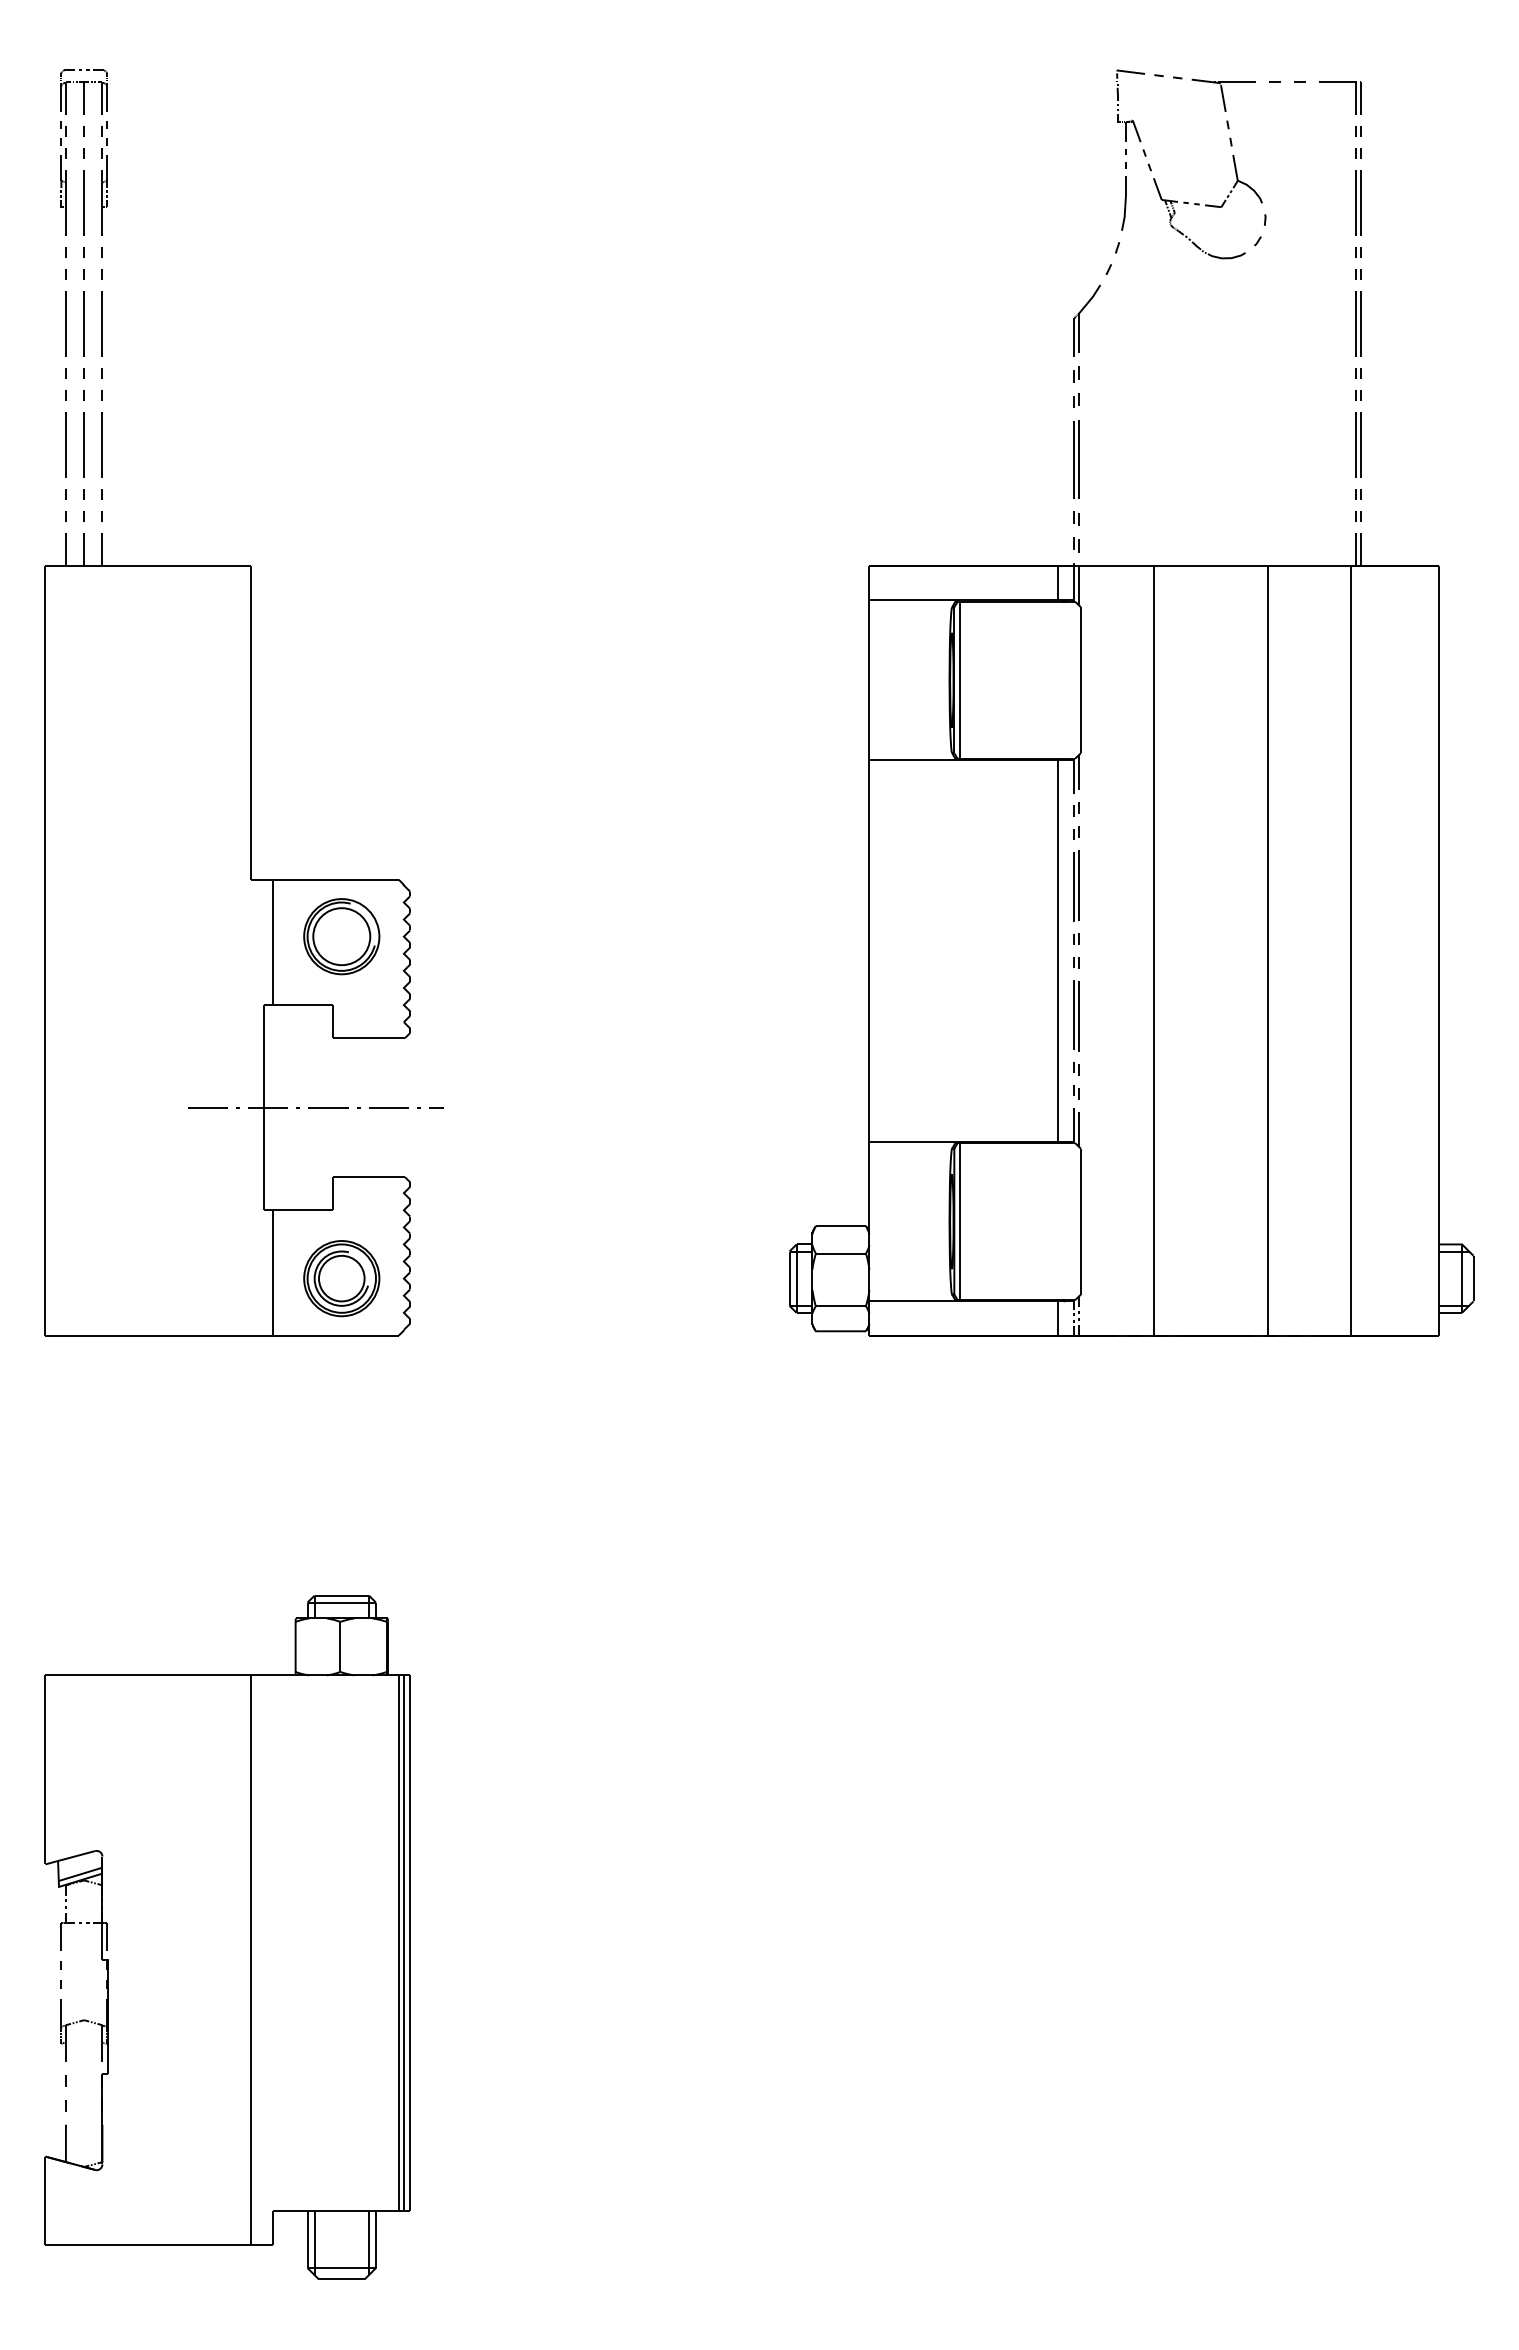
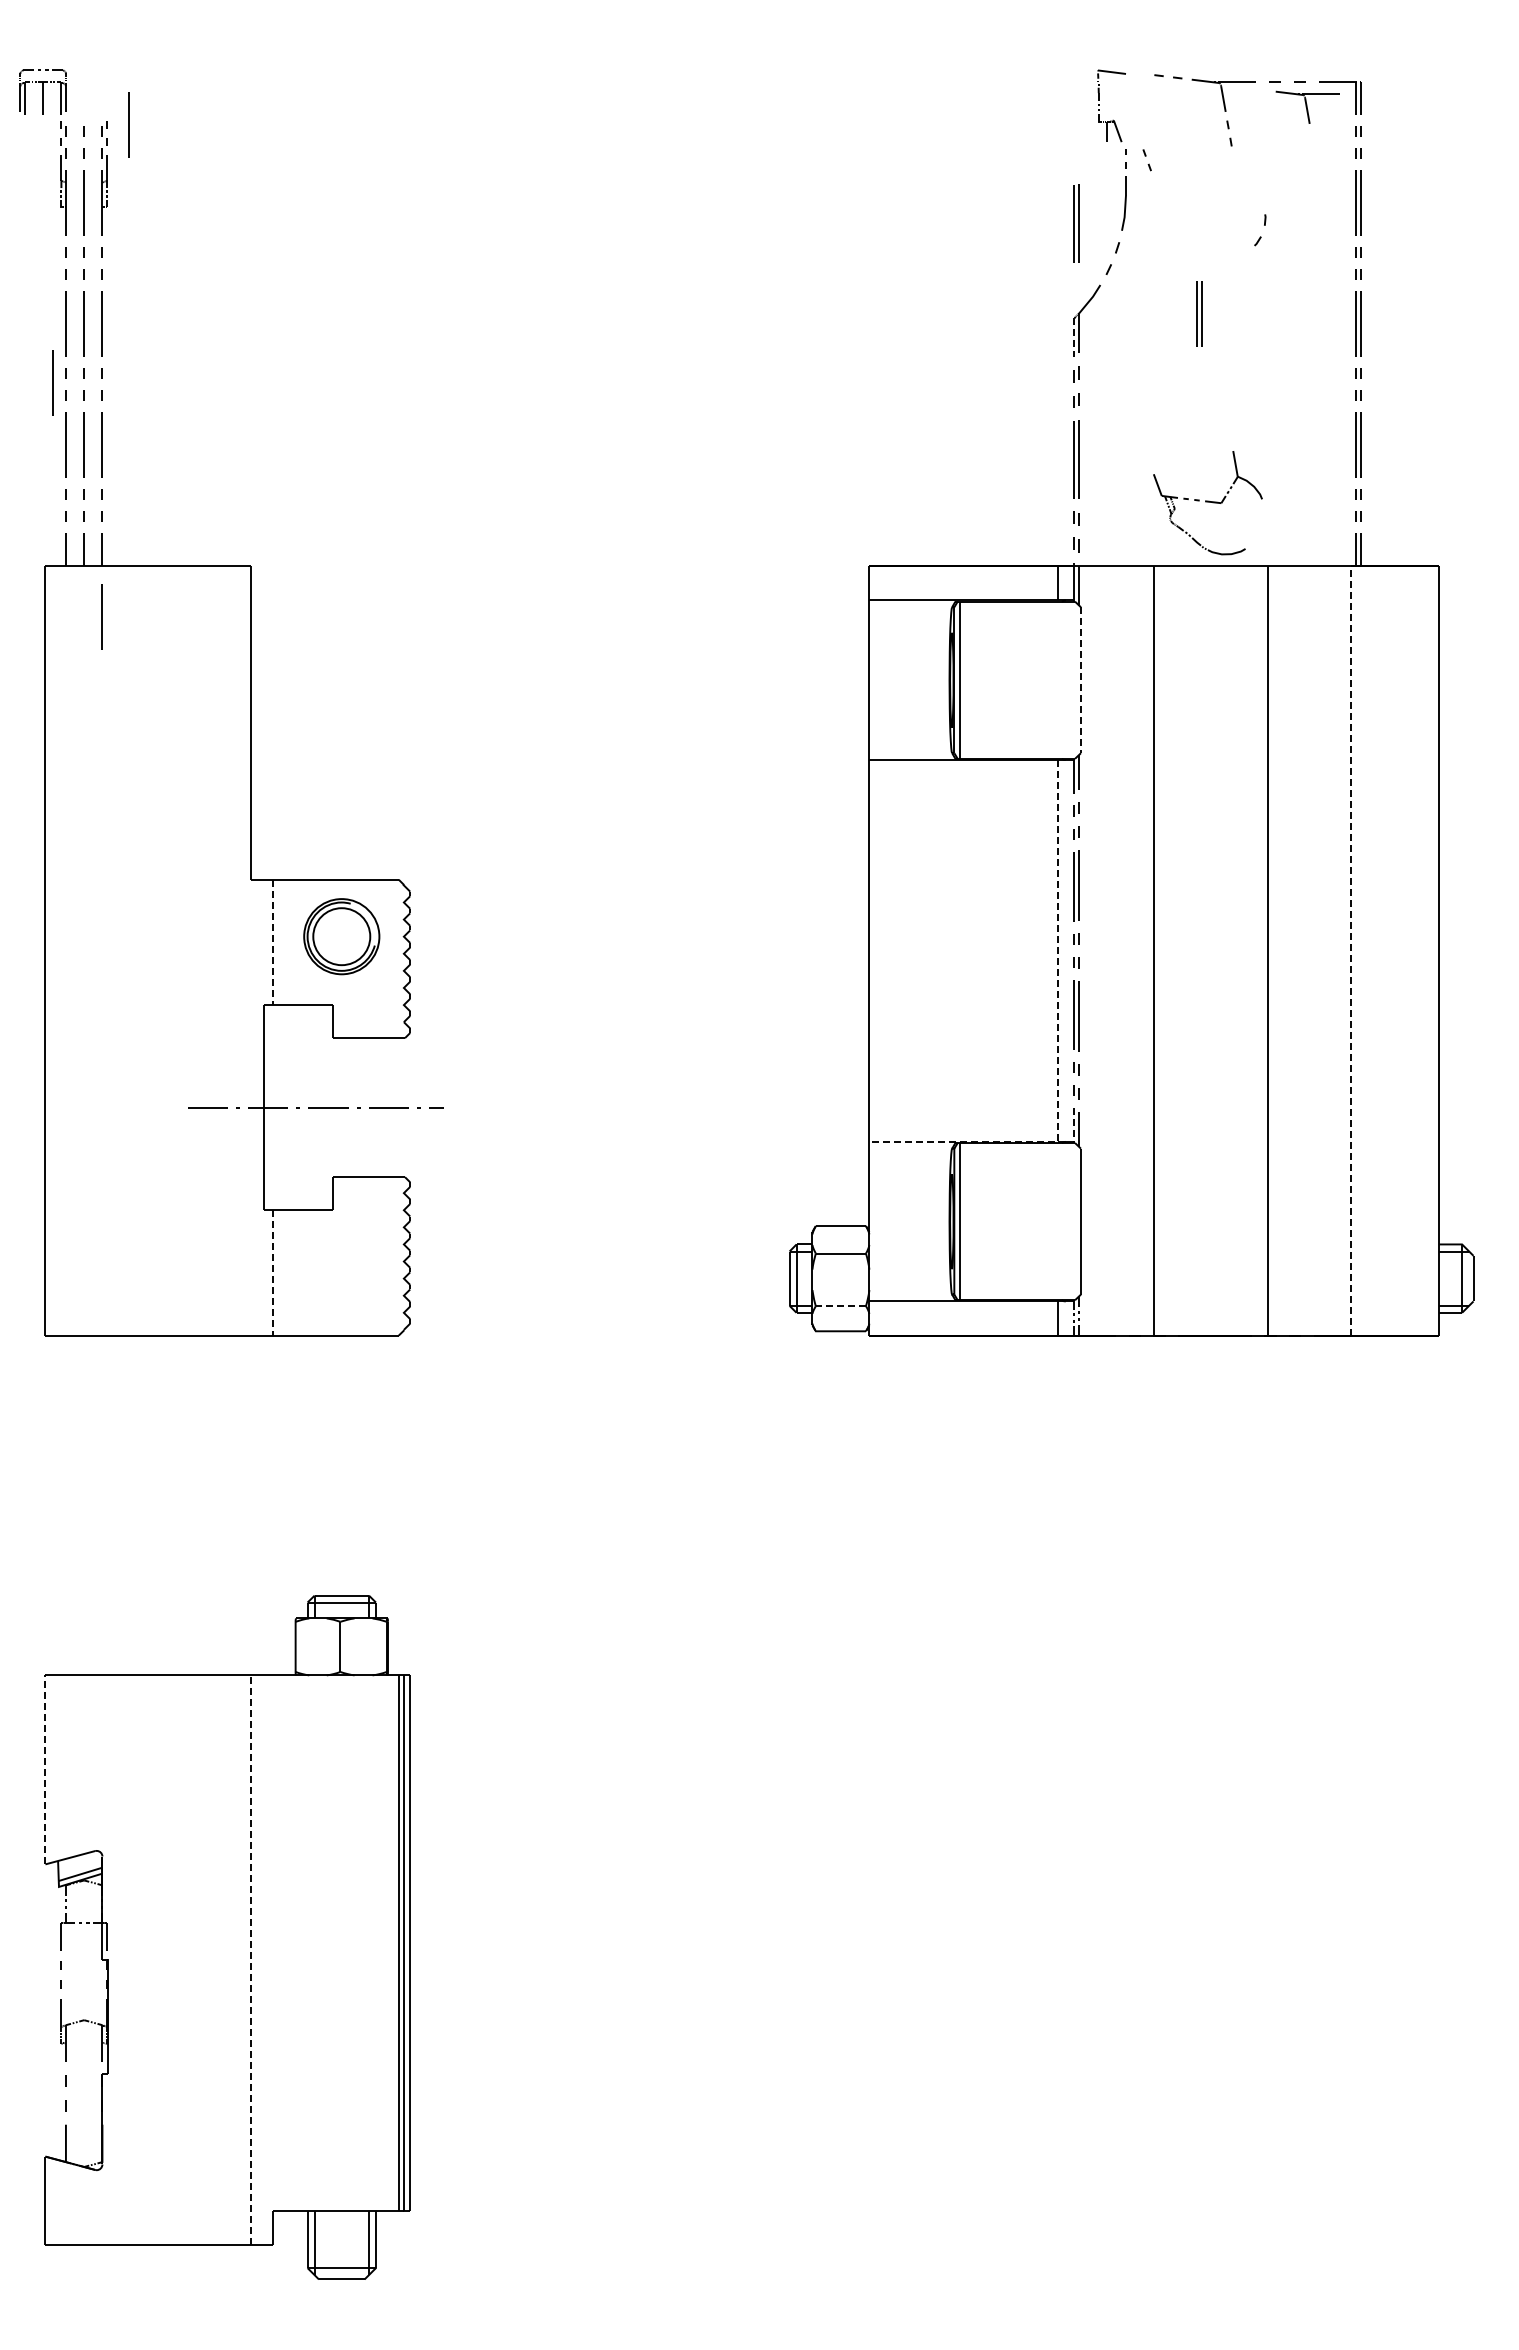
part at (83, 91) position: (83, 91) -> (42, 91)
part at (1118, 105) position: (1118, 105) -> (1099, 105)
part at (1307, 106): none -> present
line at (128, 124): none -> present
part at (1207, 207) position: (1207, 207) -> (1207, 503)
part at (1076, 223): none -> present
part at (1199, 313): none -> present
line at (1074, 338): solid -> dashed
line at (52, 382): none -> present
line at (101, 616): none -> present
line at (1080, 680): solid -> dashed
line at (273, 942): solid -> dashed
line at (1350, 950): solid -> dashed
line at (1058, 1045): solid -> dashed
line at (1074, 1126): solid -> dashed
line at (273, 1272): solid -> dashed
part at (341, 1278): present -> none
line at (840, 1306): solid -> dashed
line at (45, 1769): solid -> dashed
line at (250, 1960): solid -> dashed
